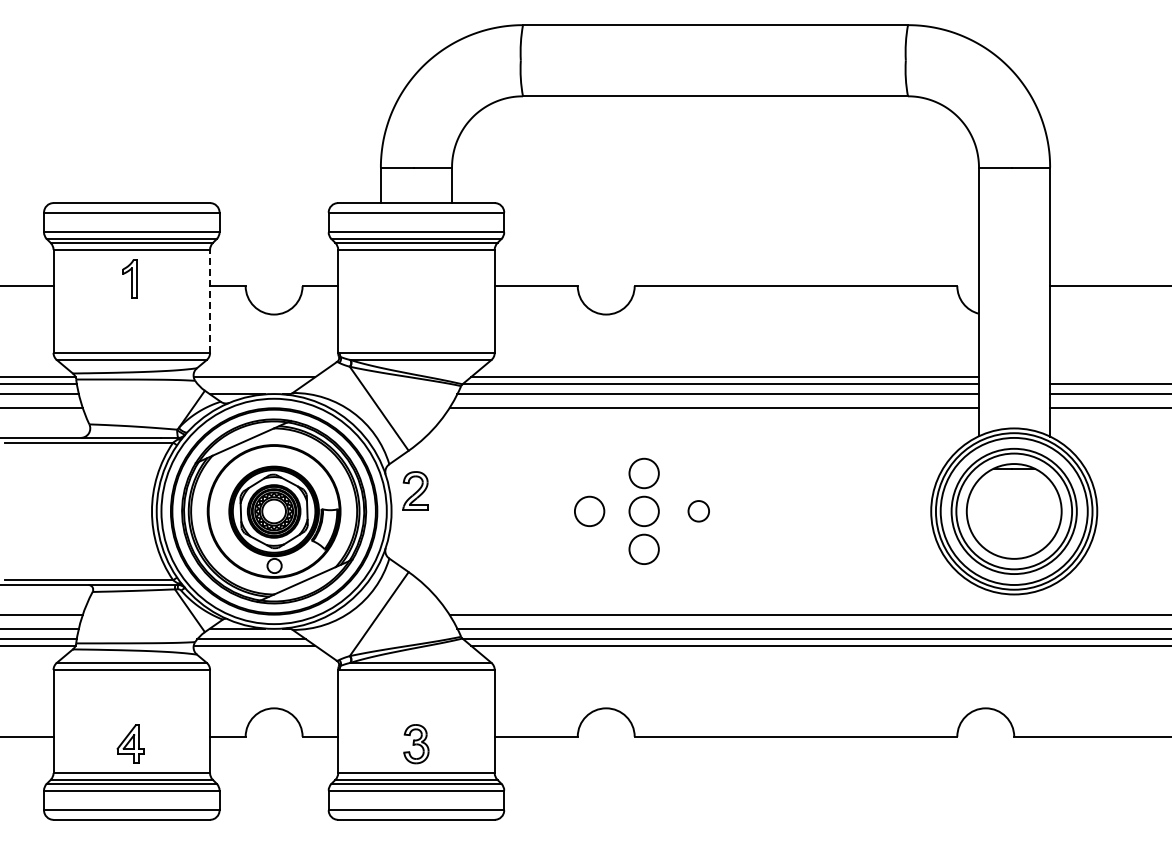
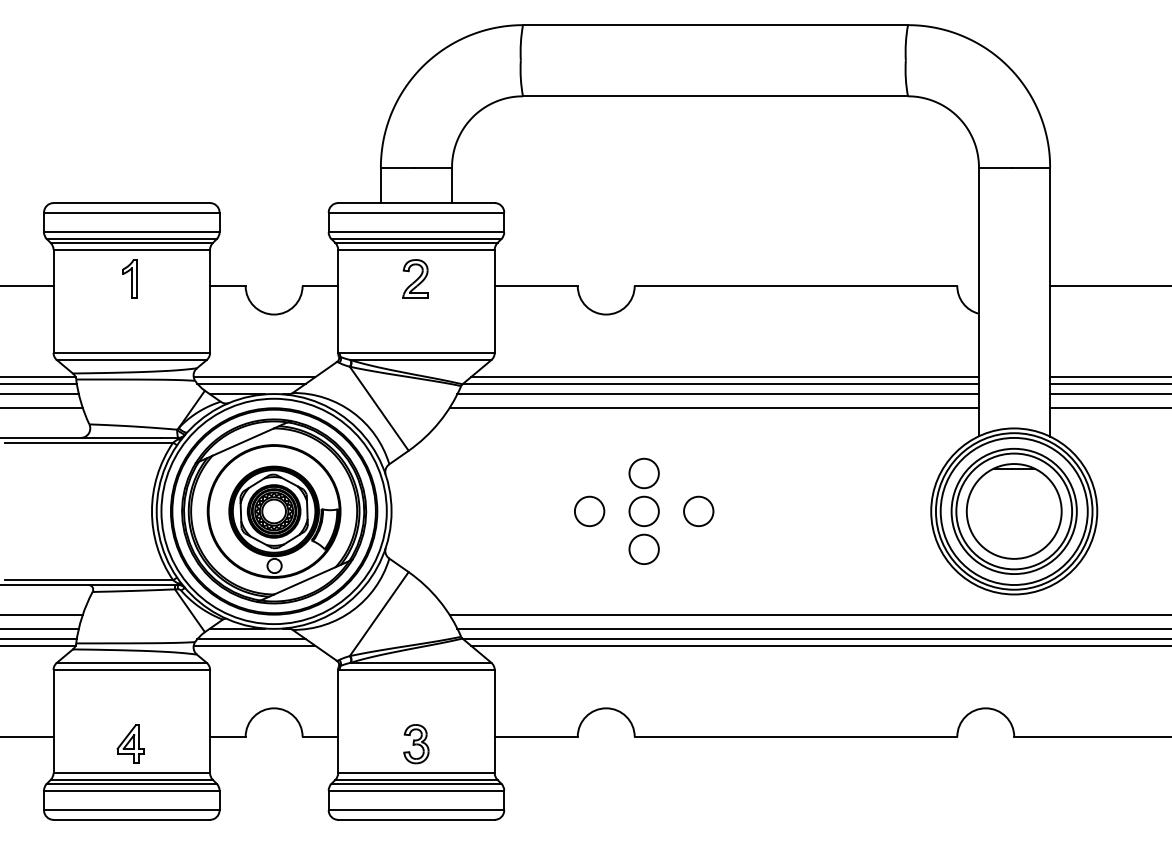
line at (210, 301): dashed -> solid
line at (1109, 377): none -> present
line at (251, 383): none -> present
part at (415, 490) position: (415, 490) -> (415, 278)
circle at (698, 511) size: 23x23 px -> 32x32 px
